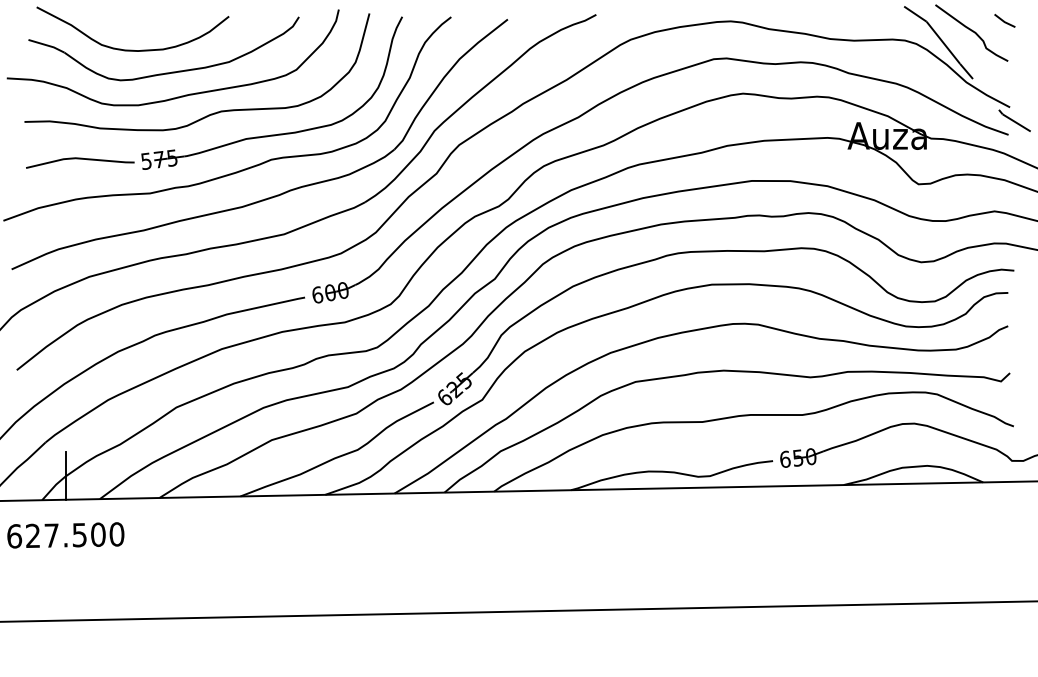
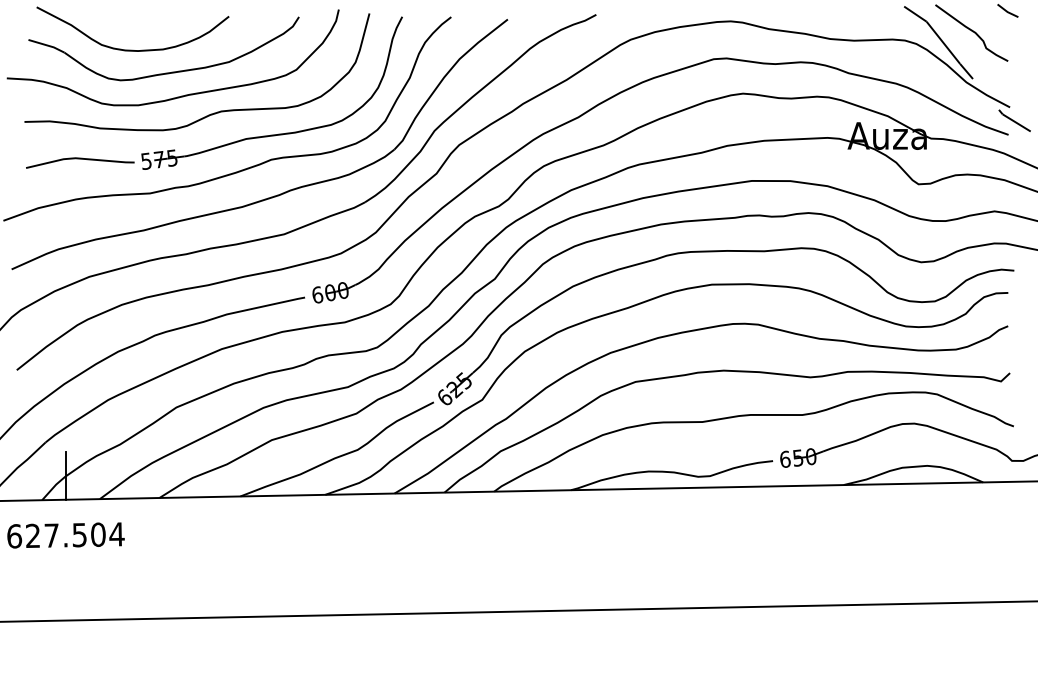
line at (1004, 20) position: (1004, 20) -> (1007, 10)
text at (116, 534): 627.500 -> 627.504
